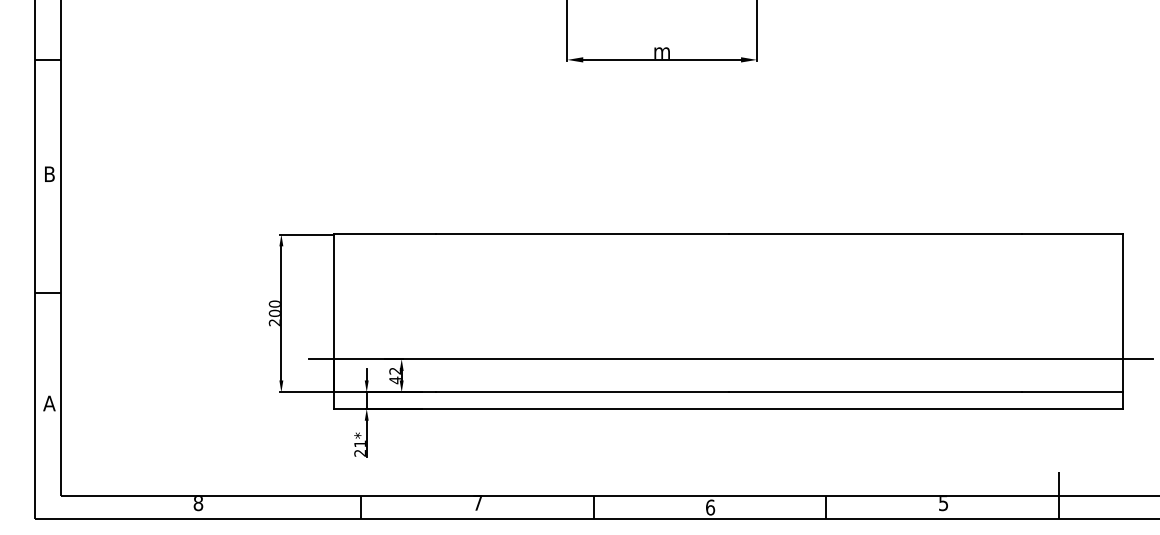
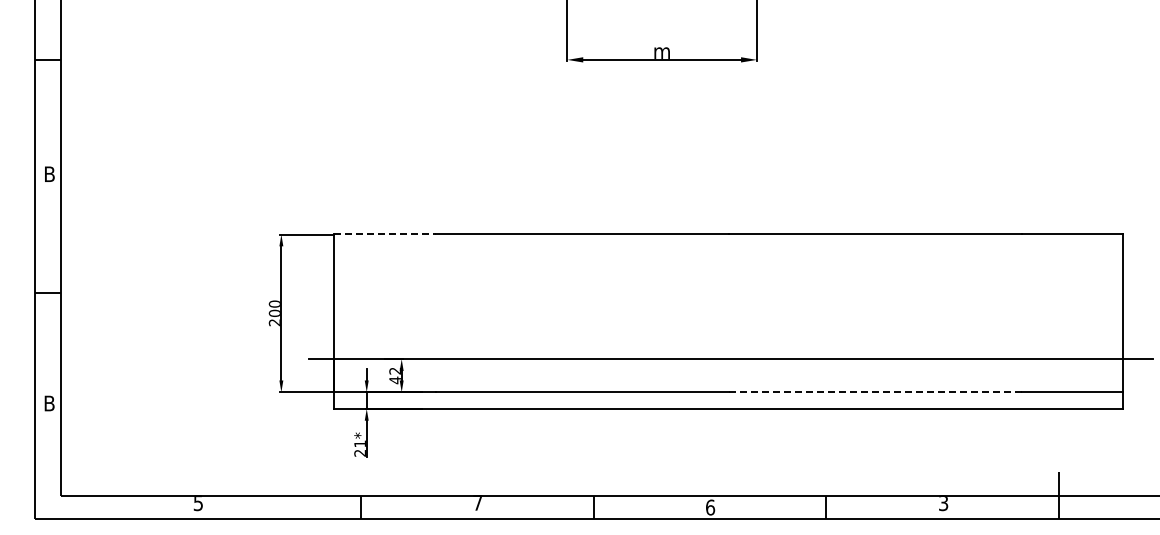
line at (384, 234): solid -> dashed
line at (875, 392): solid -> dashed
text at (49, 403): A -> B
text at (943, 503): 5 -> 3
text at (198, 504): 8 -> 5
